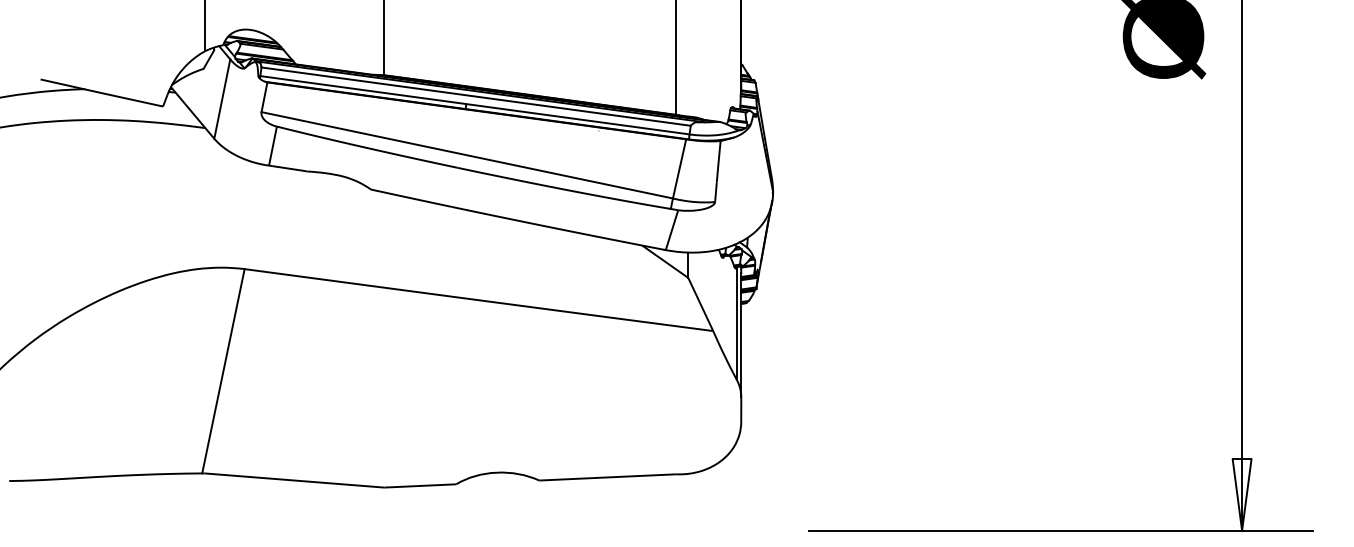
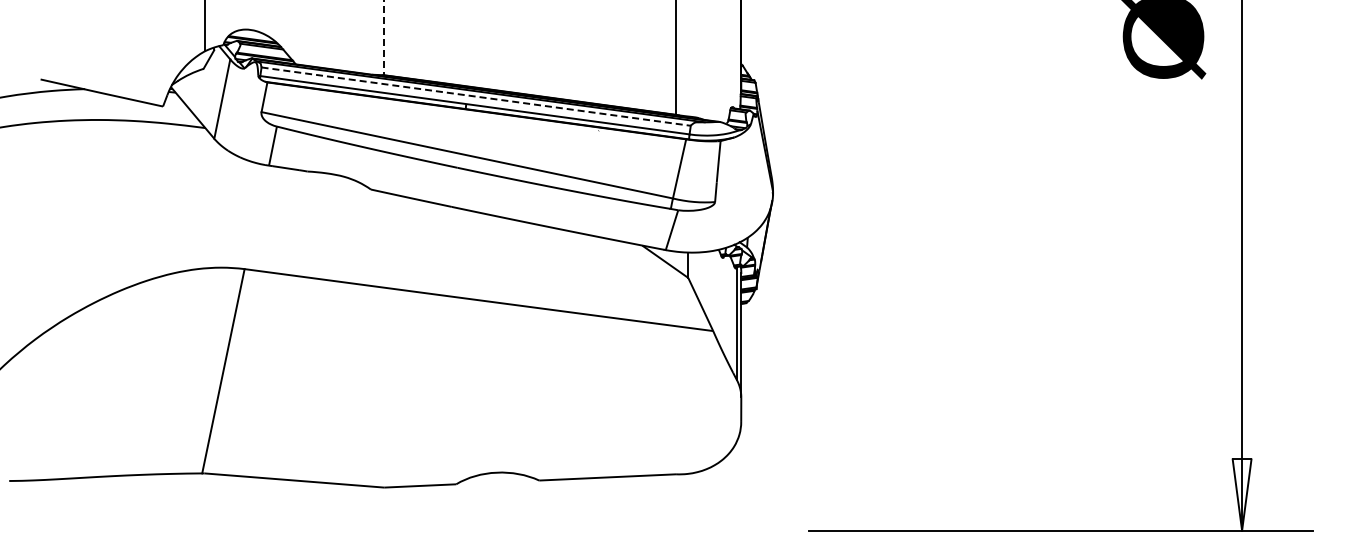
line at (384, 38): solid -> dashed
line at (476, 96): solid -> dashed
